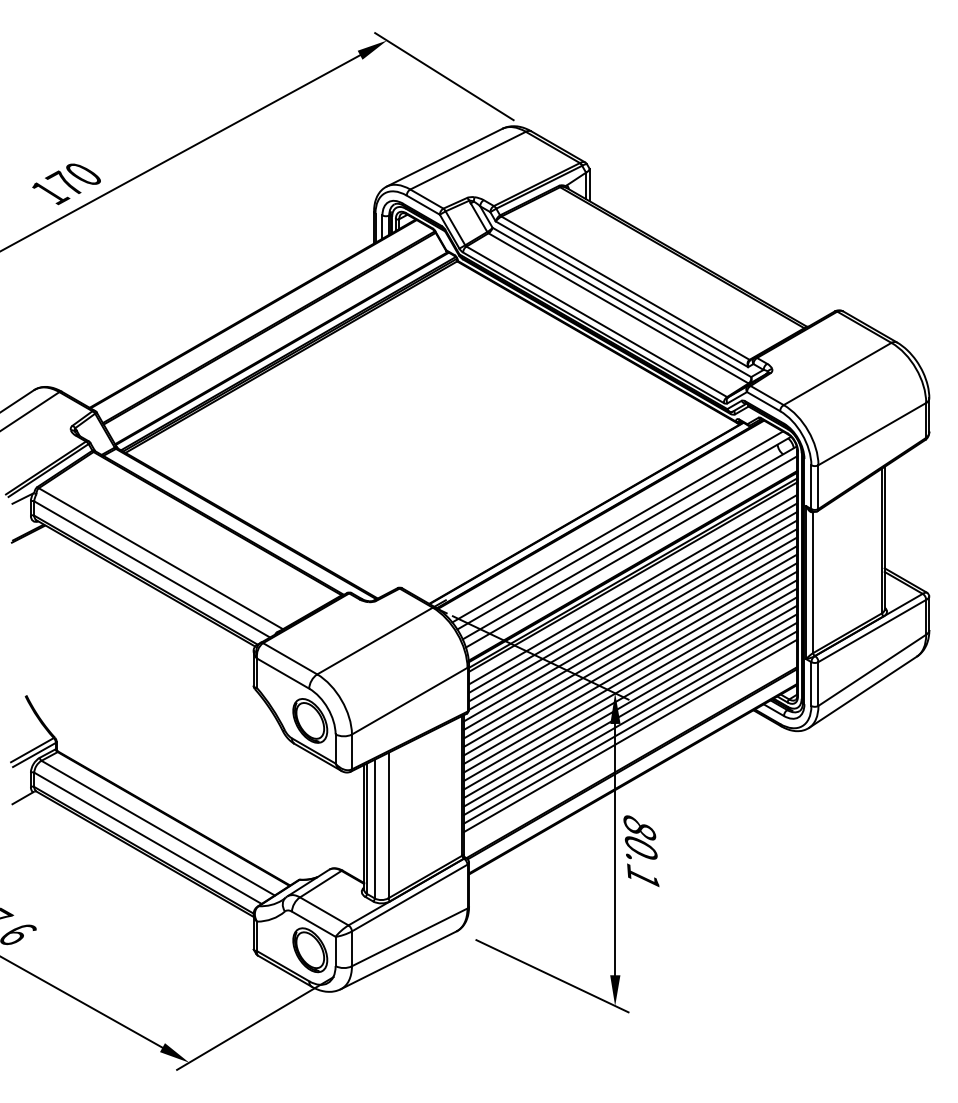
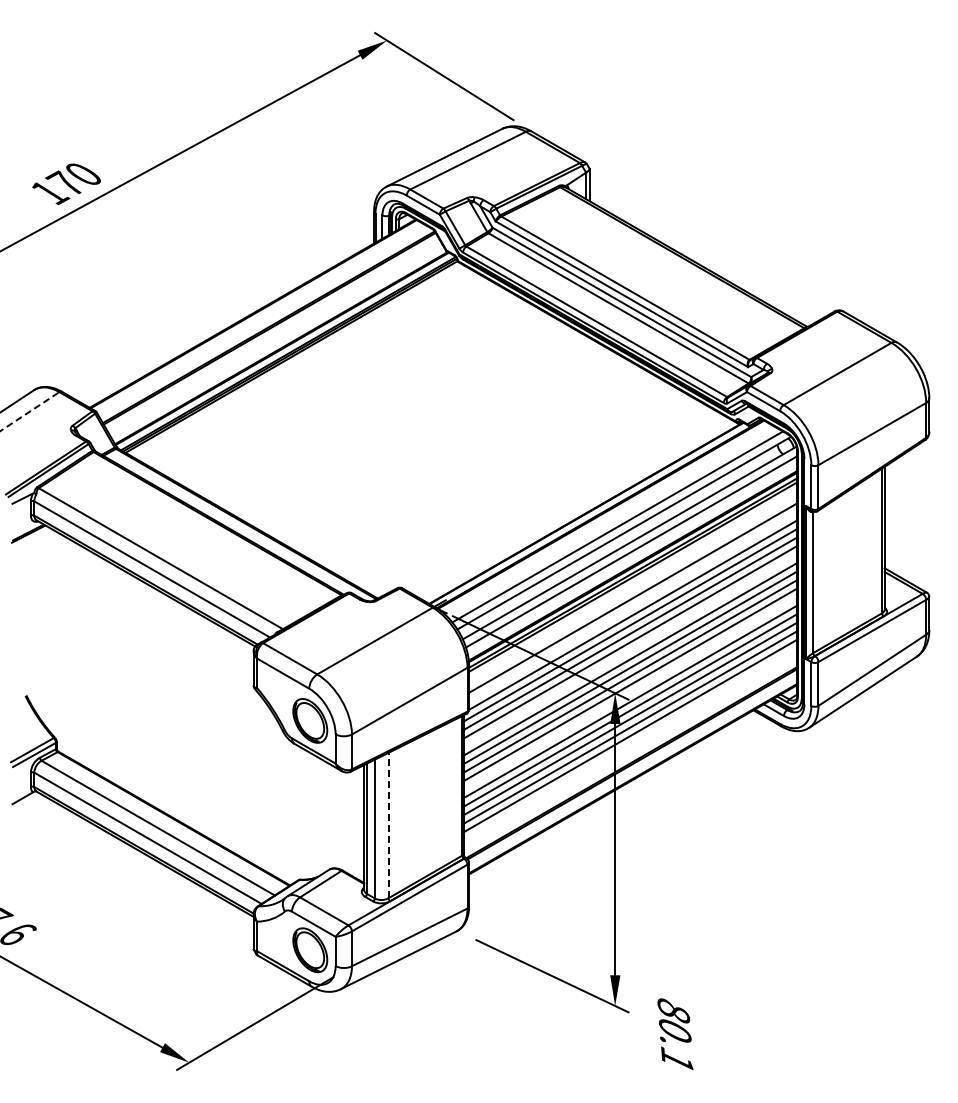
line at (30, 411): solid -> dashed
line at (633, 589): present -> none
line at (633, 606): present -> none
line at (630, 650): present -> none
line at (630, 693): present -> none
line at (388, 825): solid -> dashed
text at (641, 851) position: (641, 851) -> (675, 1034)
